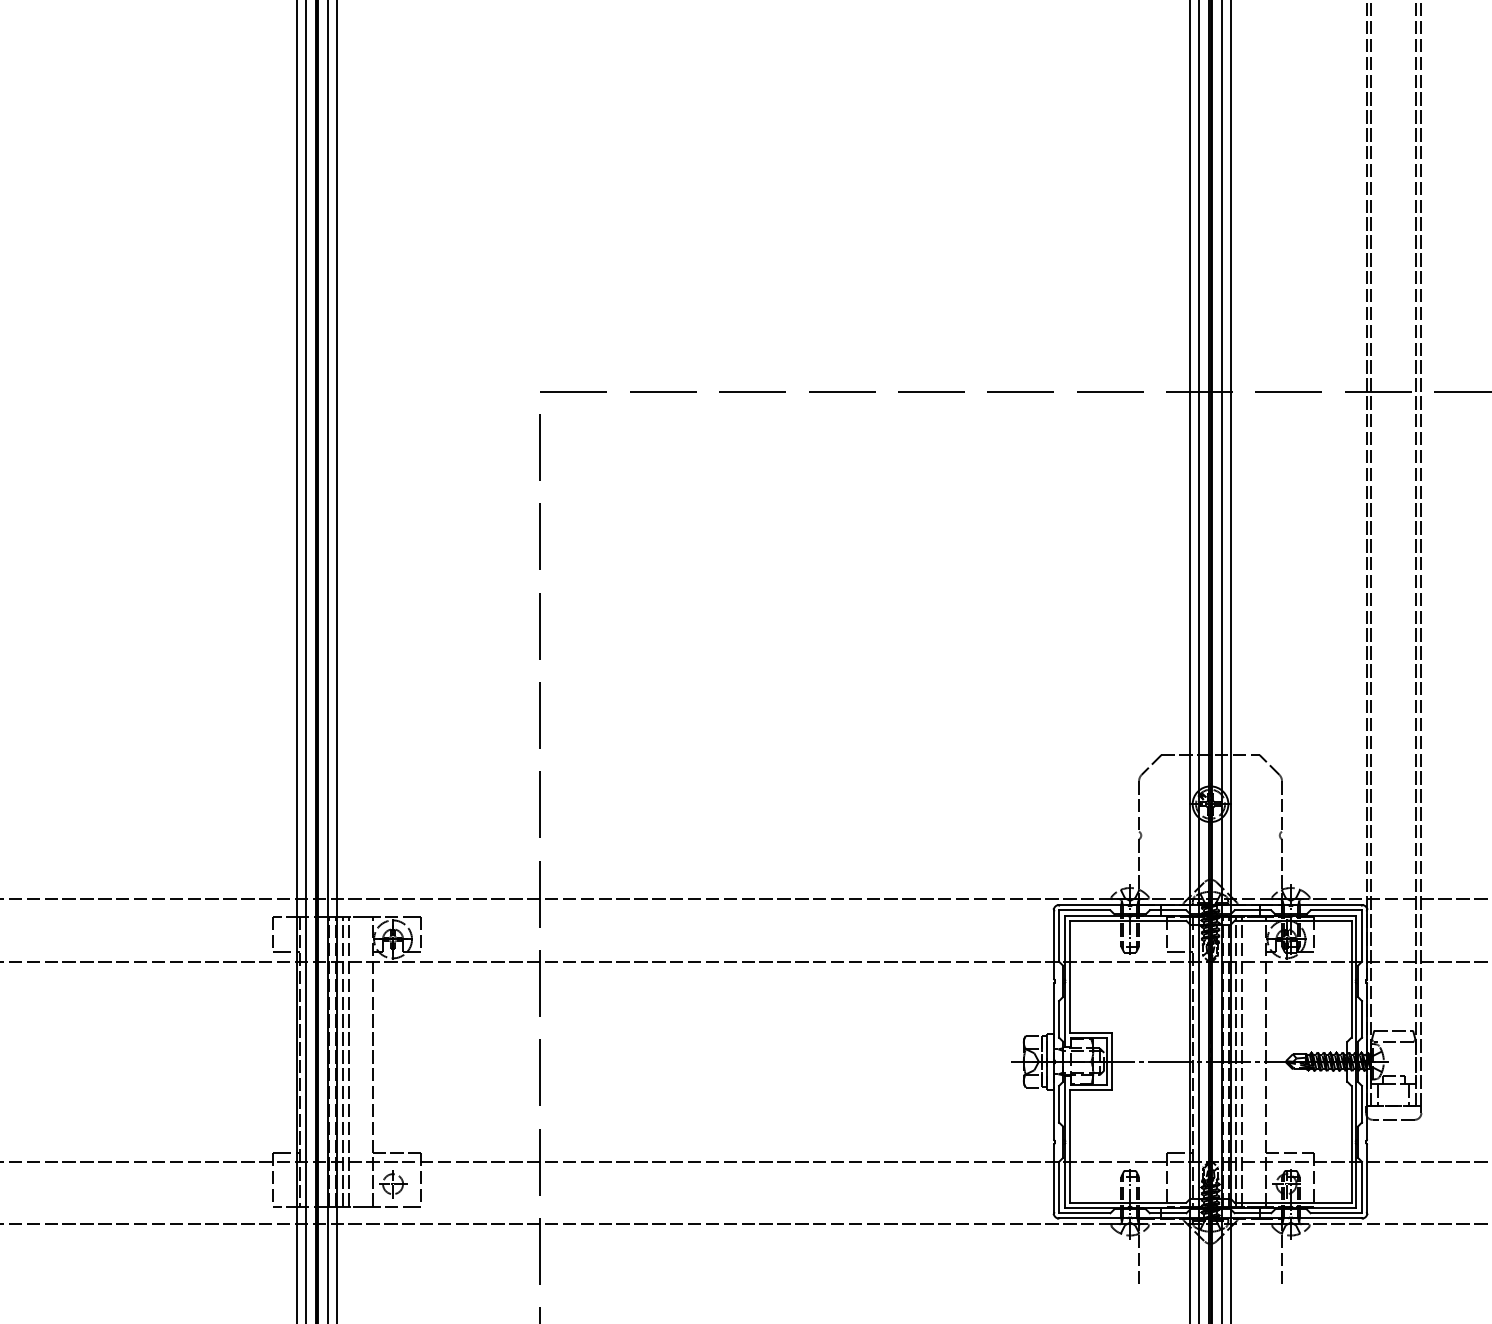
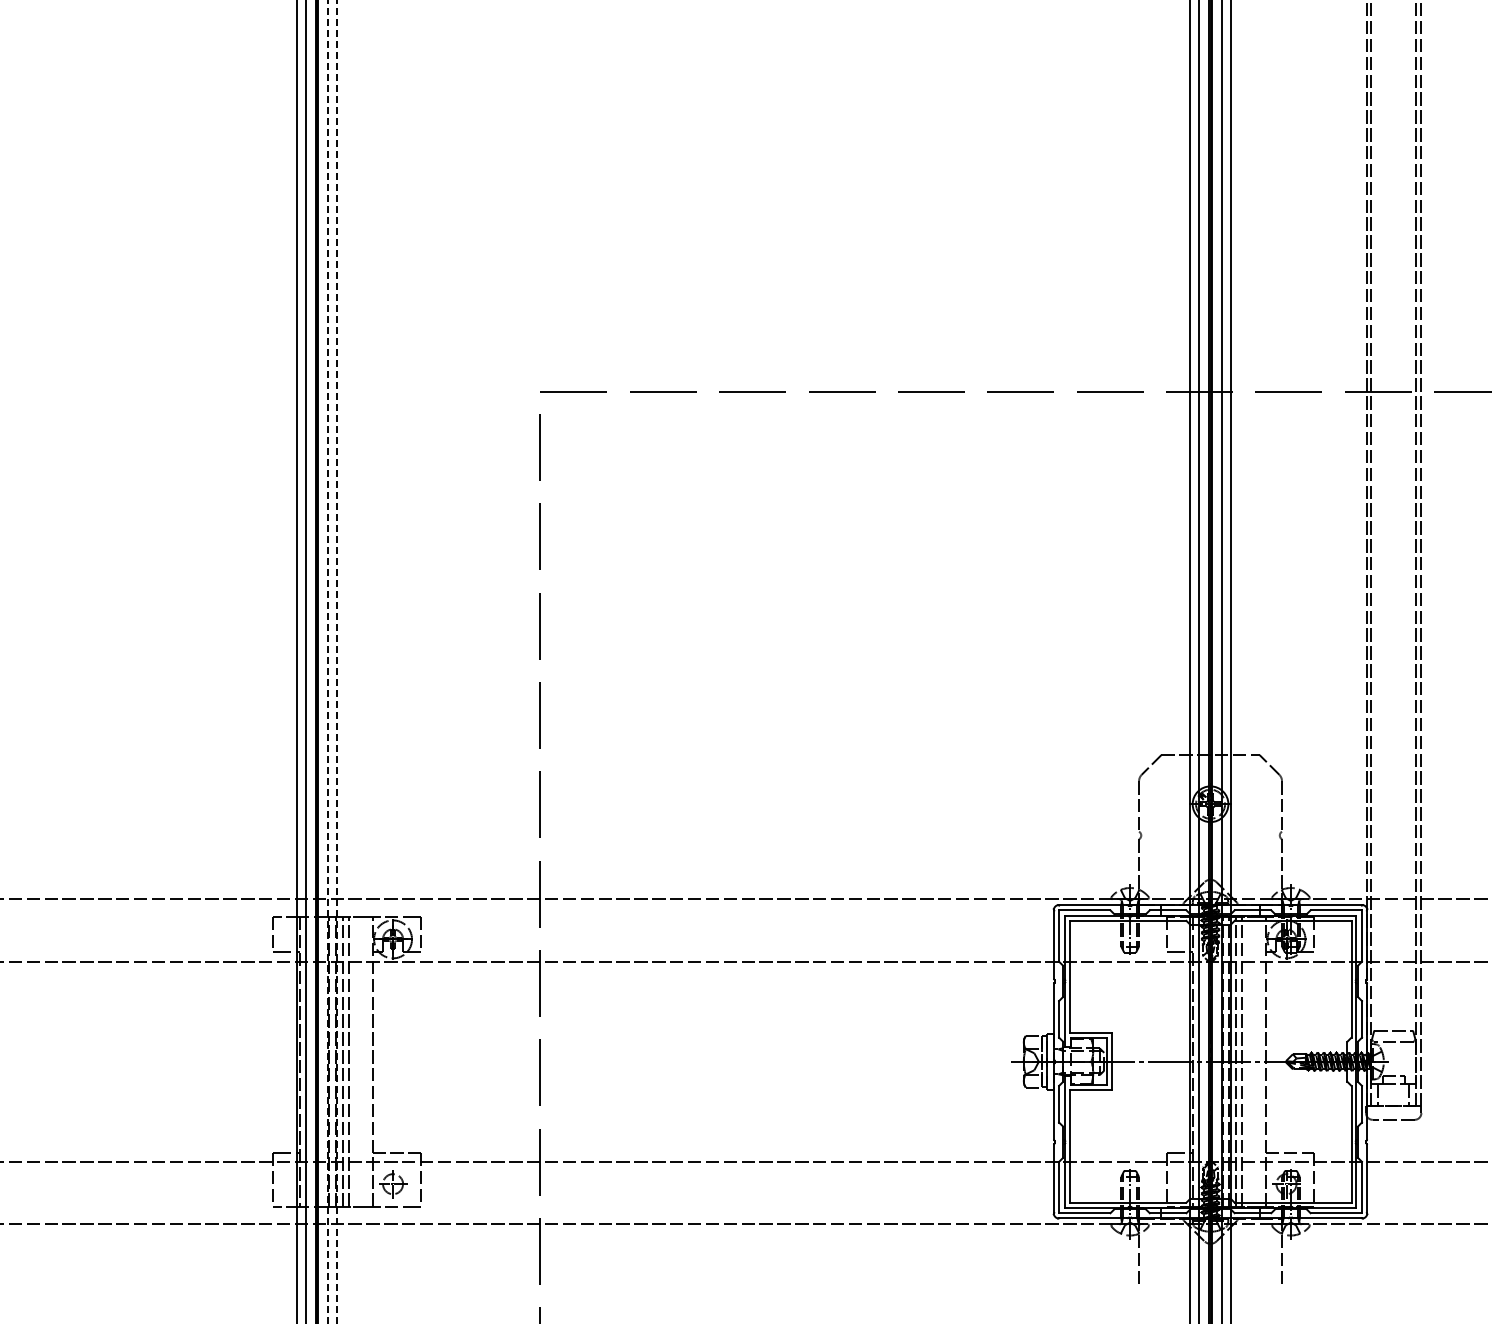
line at (328, 662): solid -> dashed
line at (337, 662): solid -> dashed
